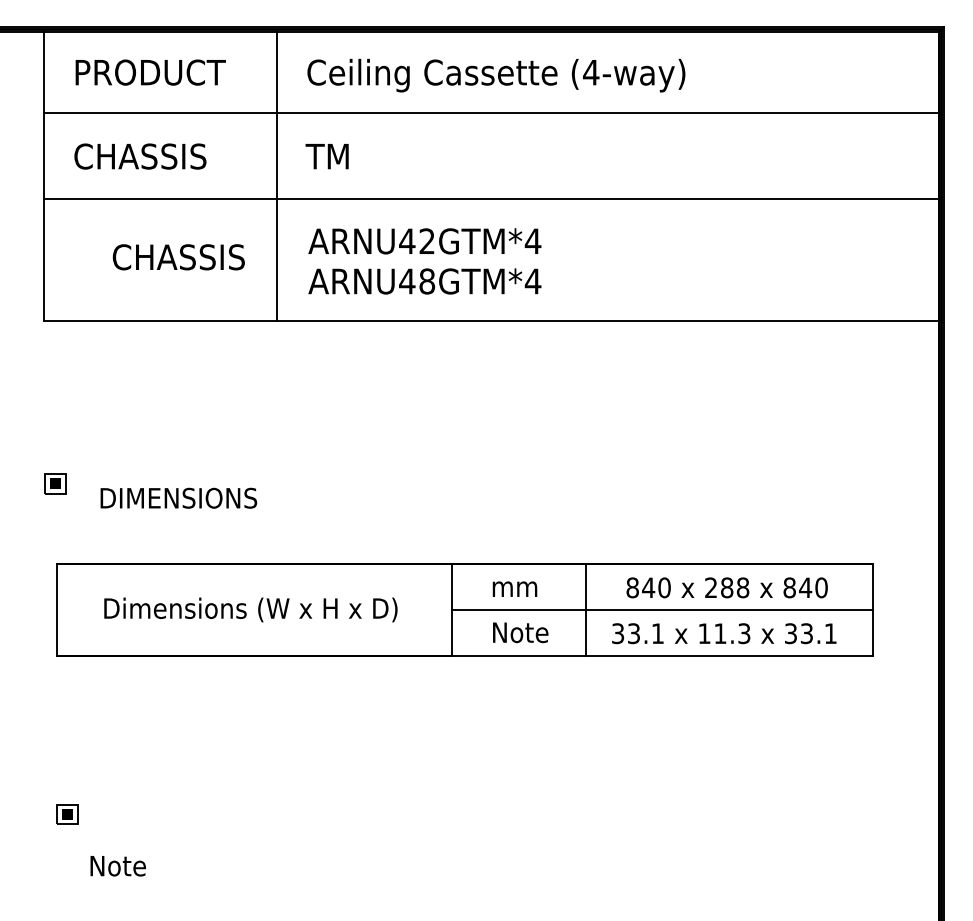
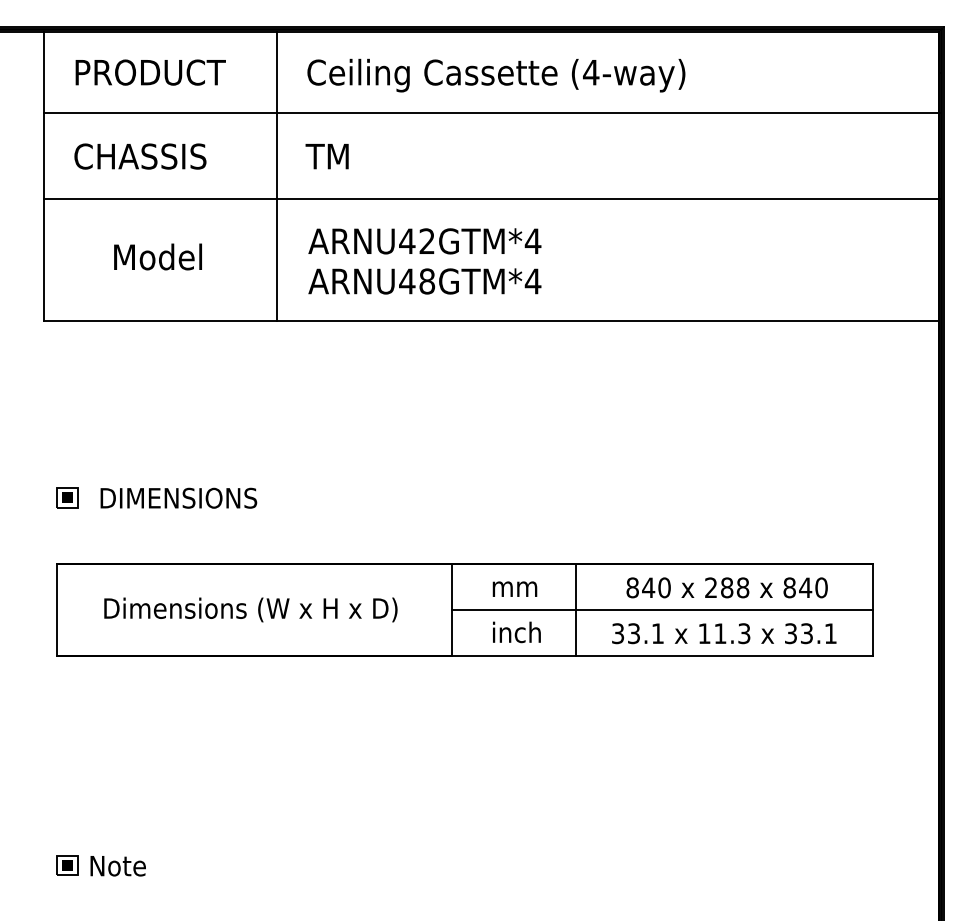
text at (178, 256): CHASSIS -> Model
part at (55, 483) position: (55, 483) -> (67, 497)
line at (585, 609) position: (585, 609) -> (575, 609)
text at (520, 632): Note -> inch
part at (67, 814) position: (67, 814) -> (67, 865)
